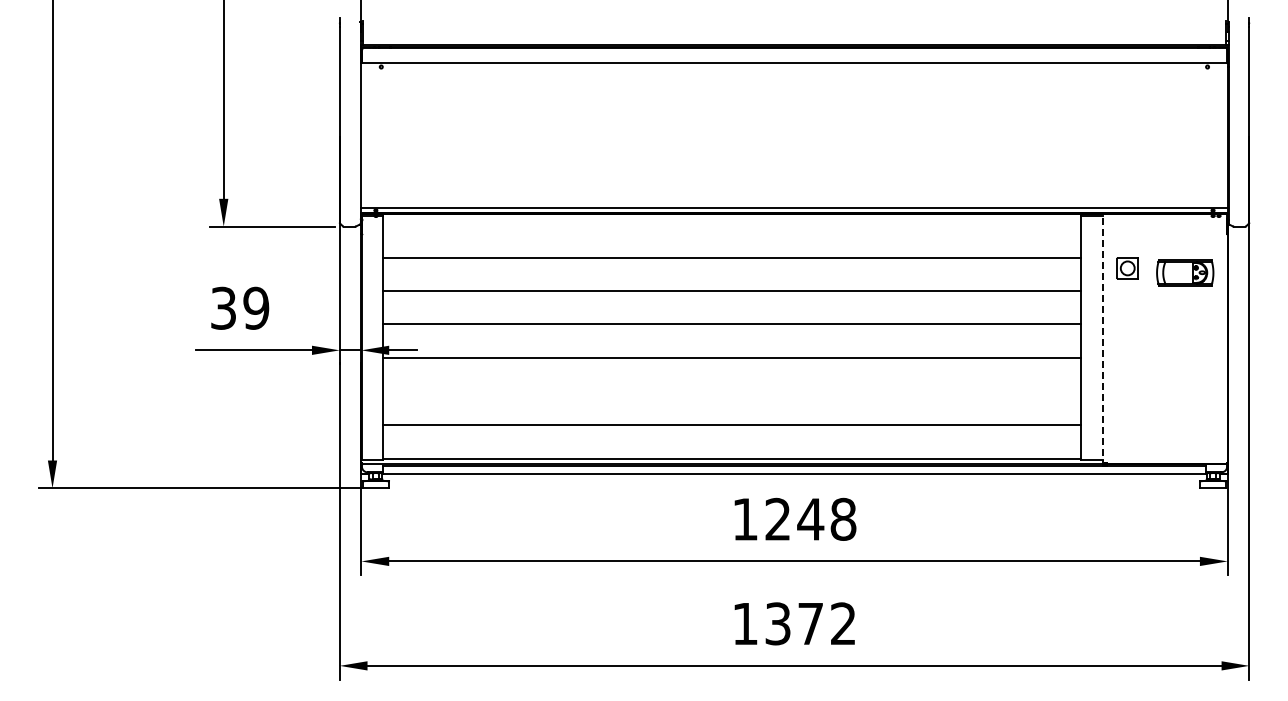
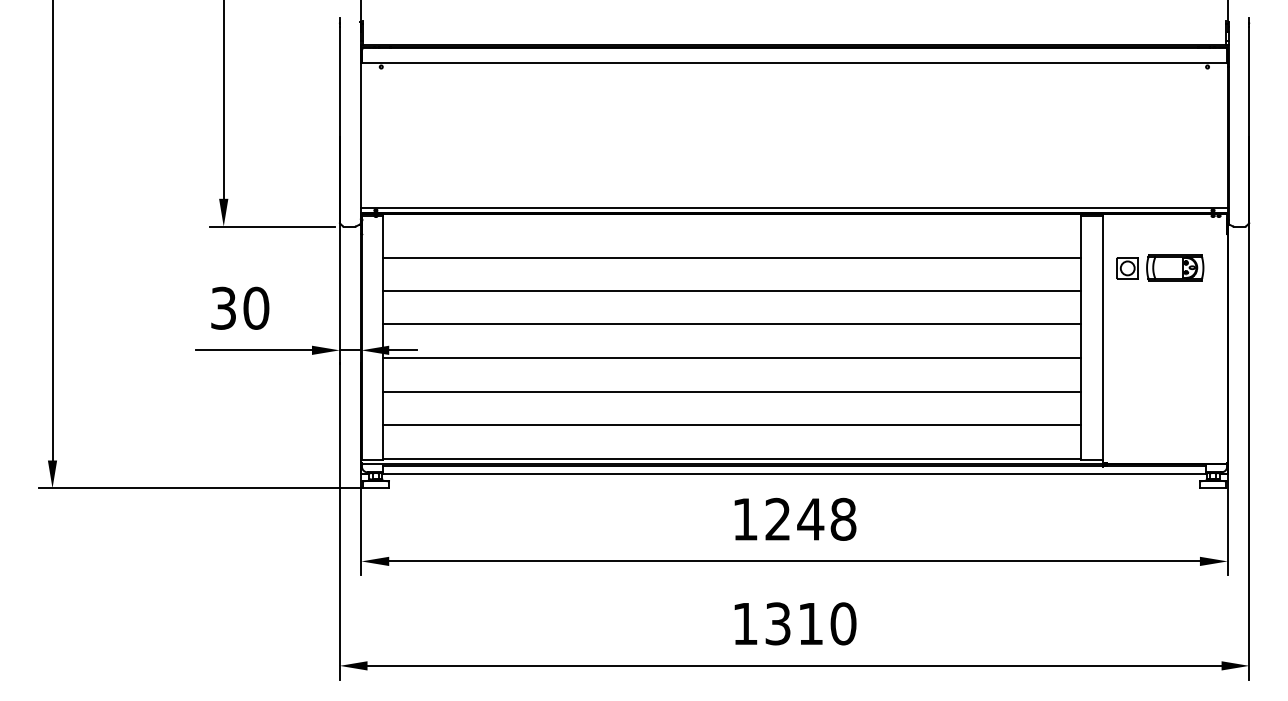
part at (1185, 272) position: (1185, 272) -> (1175, 267)
text at (256, 307): 39 -> 30
line at (1103, 339): dashed -> solid
line at (732, 391): none -> present
text at (827, 623): 1372 -> 1310
